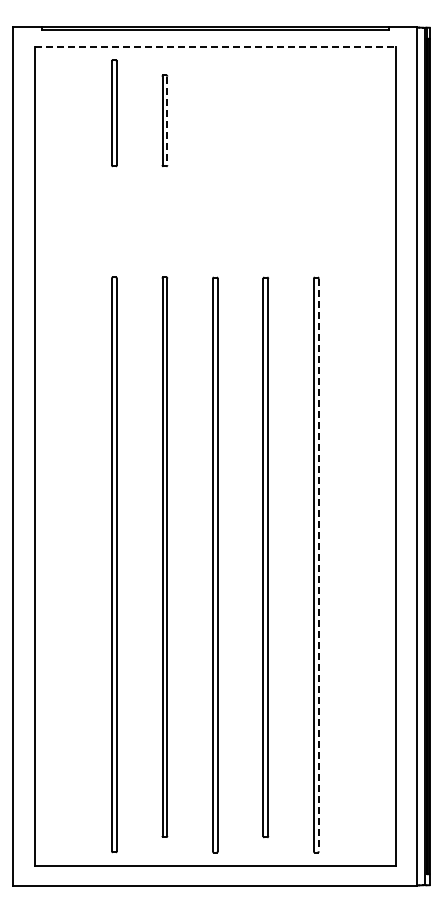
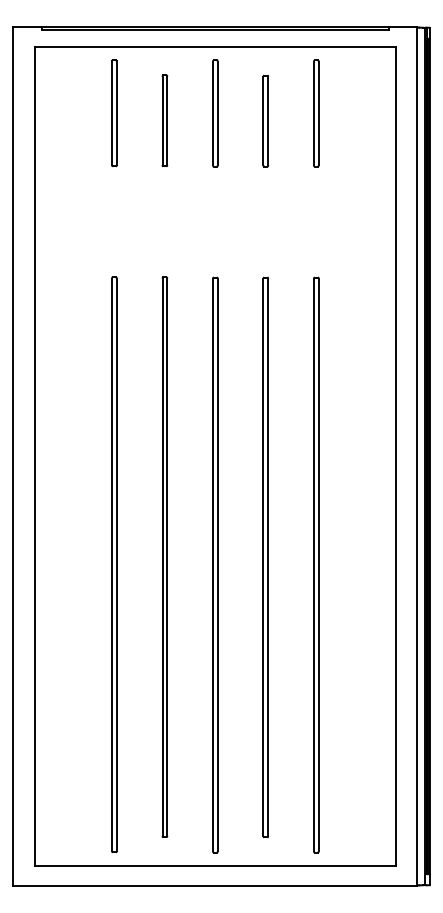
line at (215, 46): dashed -> solid
part at (215, 113): none -> present
part at (316, 113): none -> present
part at (265, 120): none -> present
line at (167, 121): dashed -> solid
line at (318, 565): dashed -> solid
